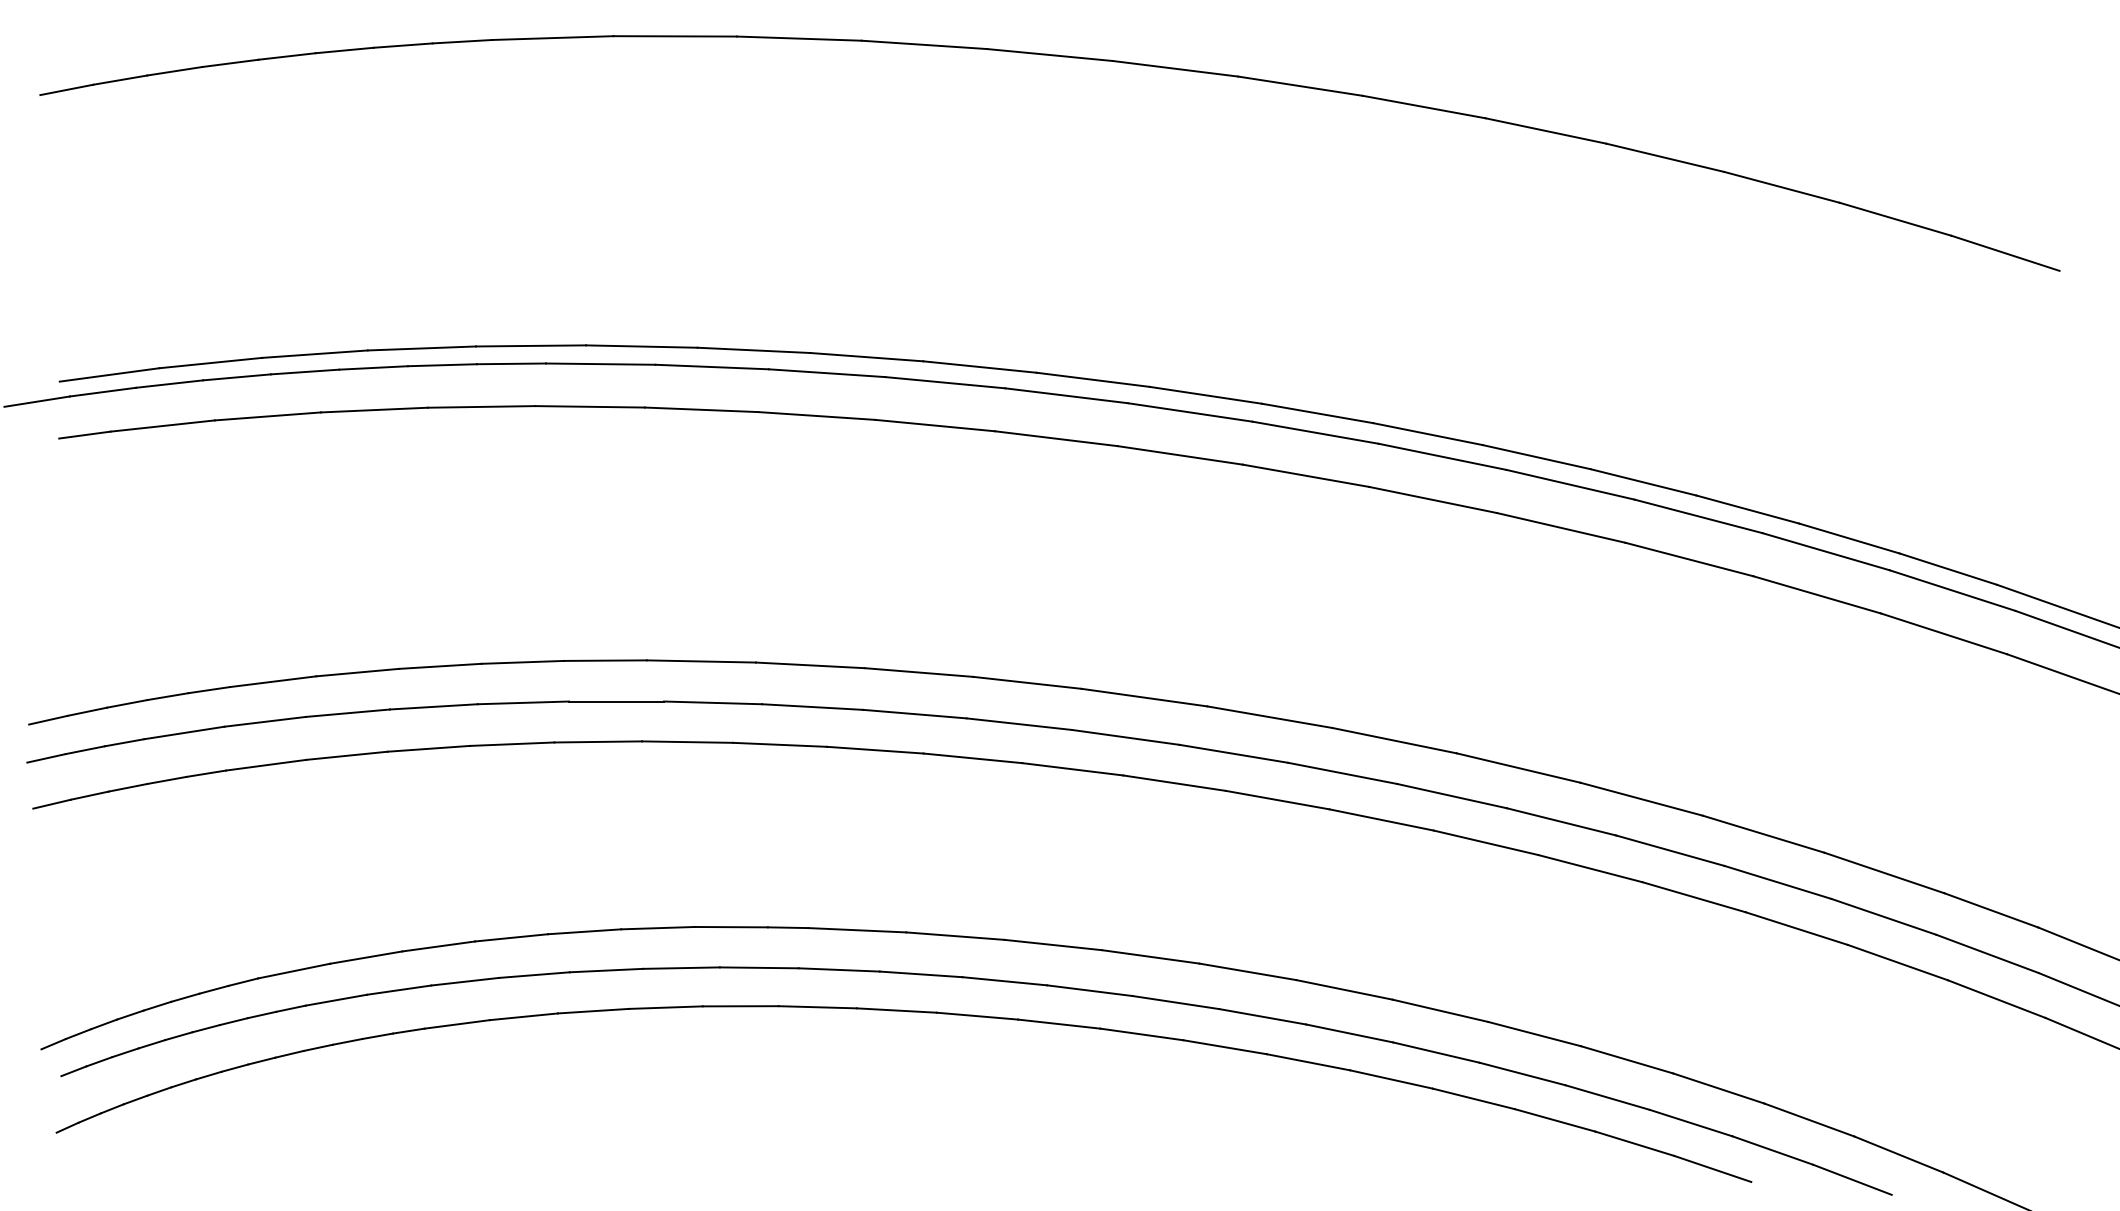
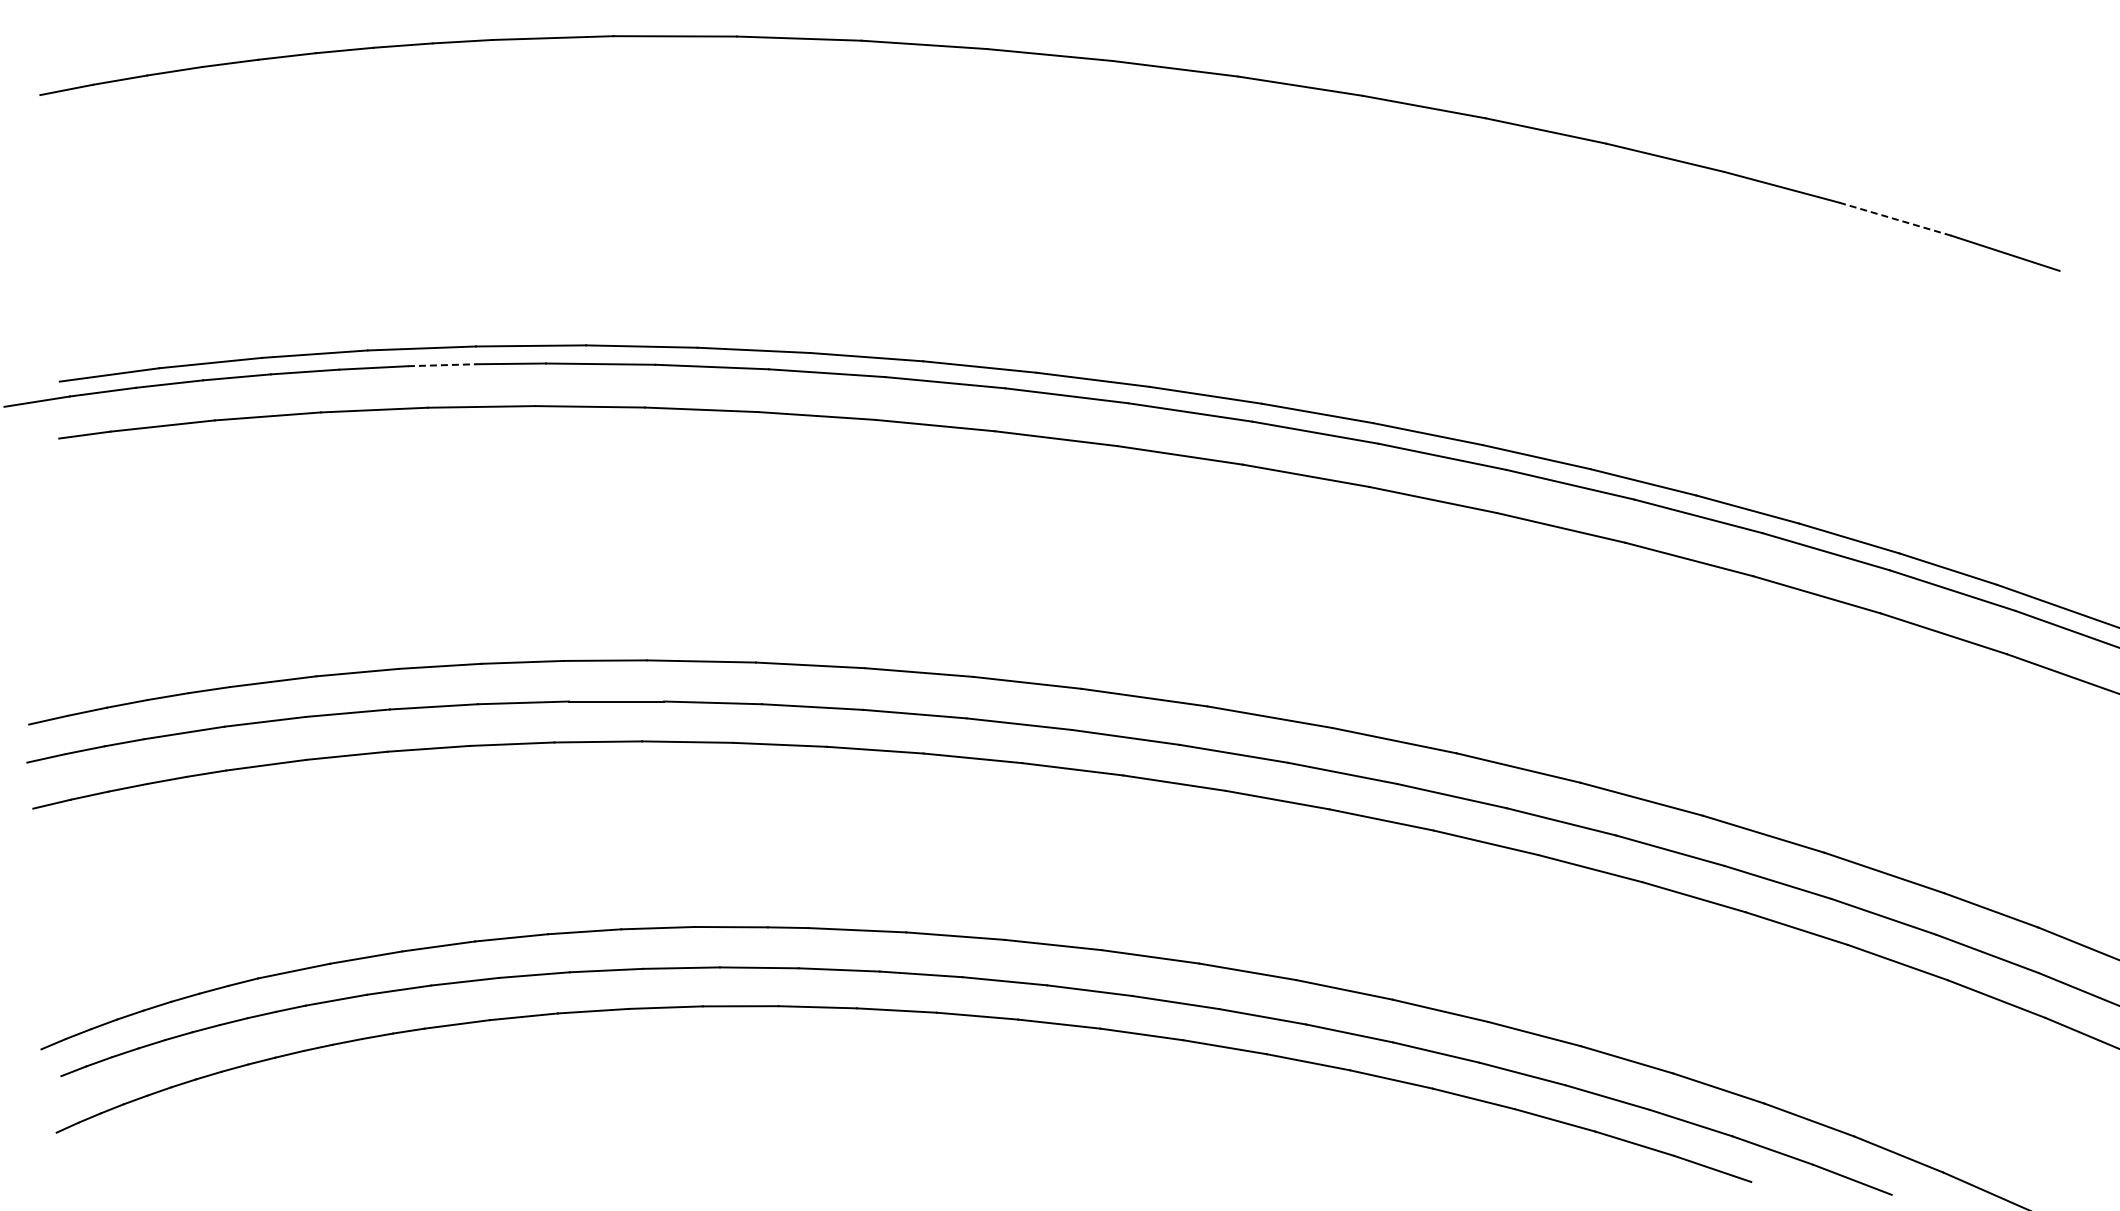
line at (1894, 219): solid -> dashed
line at (442, 365): solid -> dashed
